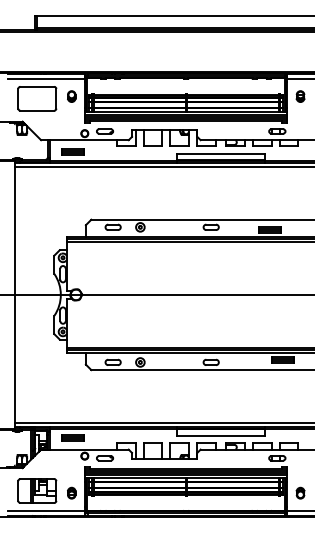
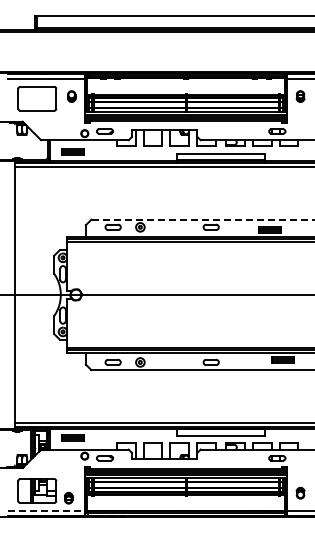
line at (202, 219): solid -> dashed
part at (71, 492) position: (71, 492) -> (68, 497)
line at (46, 510): solid -> dashed
